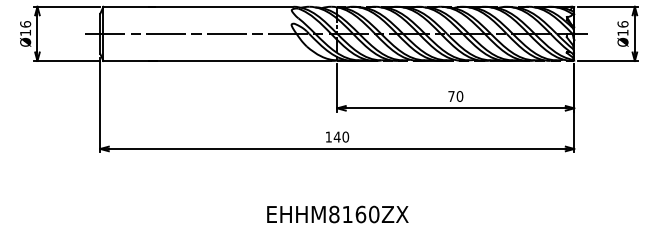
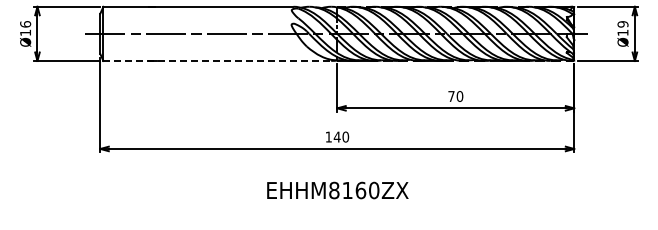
text at (622, 24): Ø16 -> Ø19
line at (217, 60): solid -> dashed
text at (337, 214) position: (337, 214) -> (337, 190)
